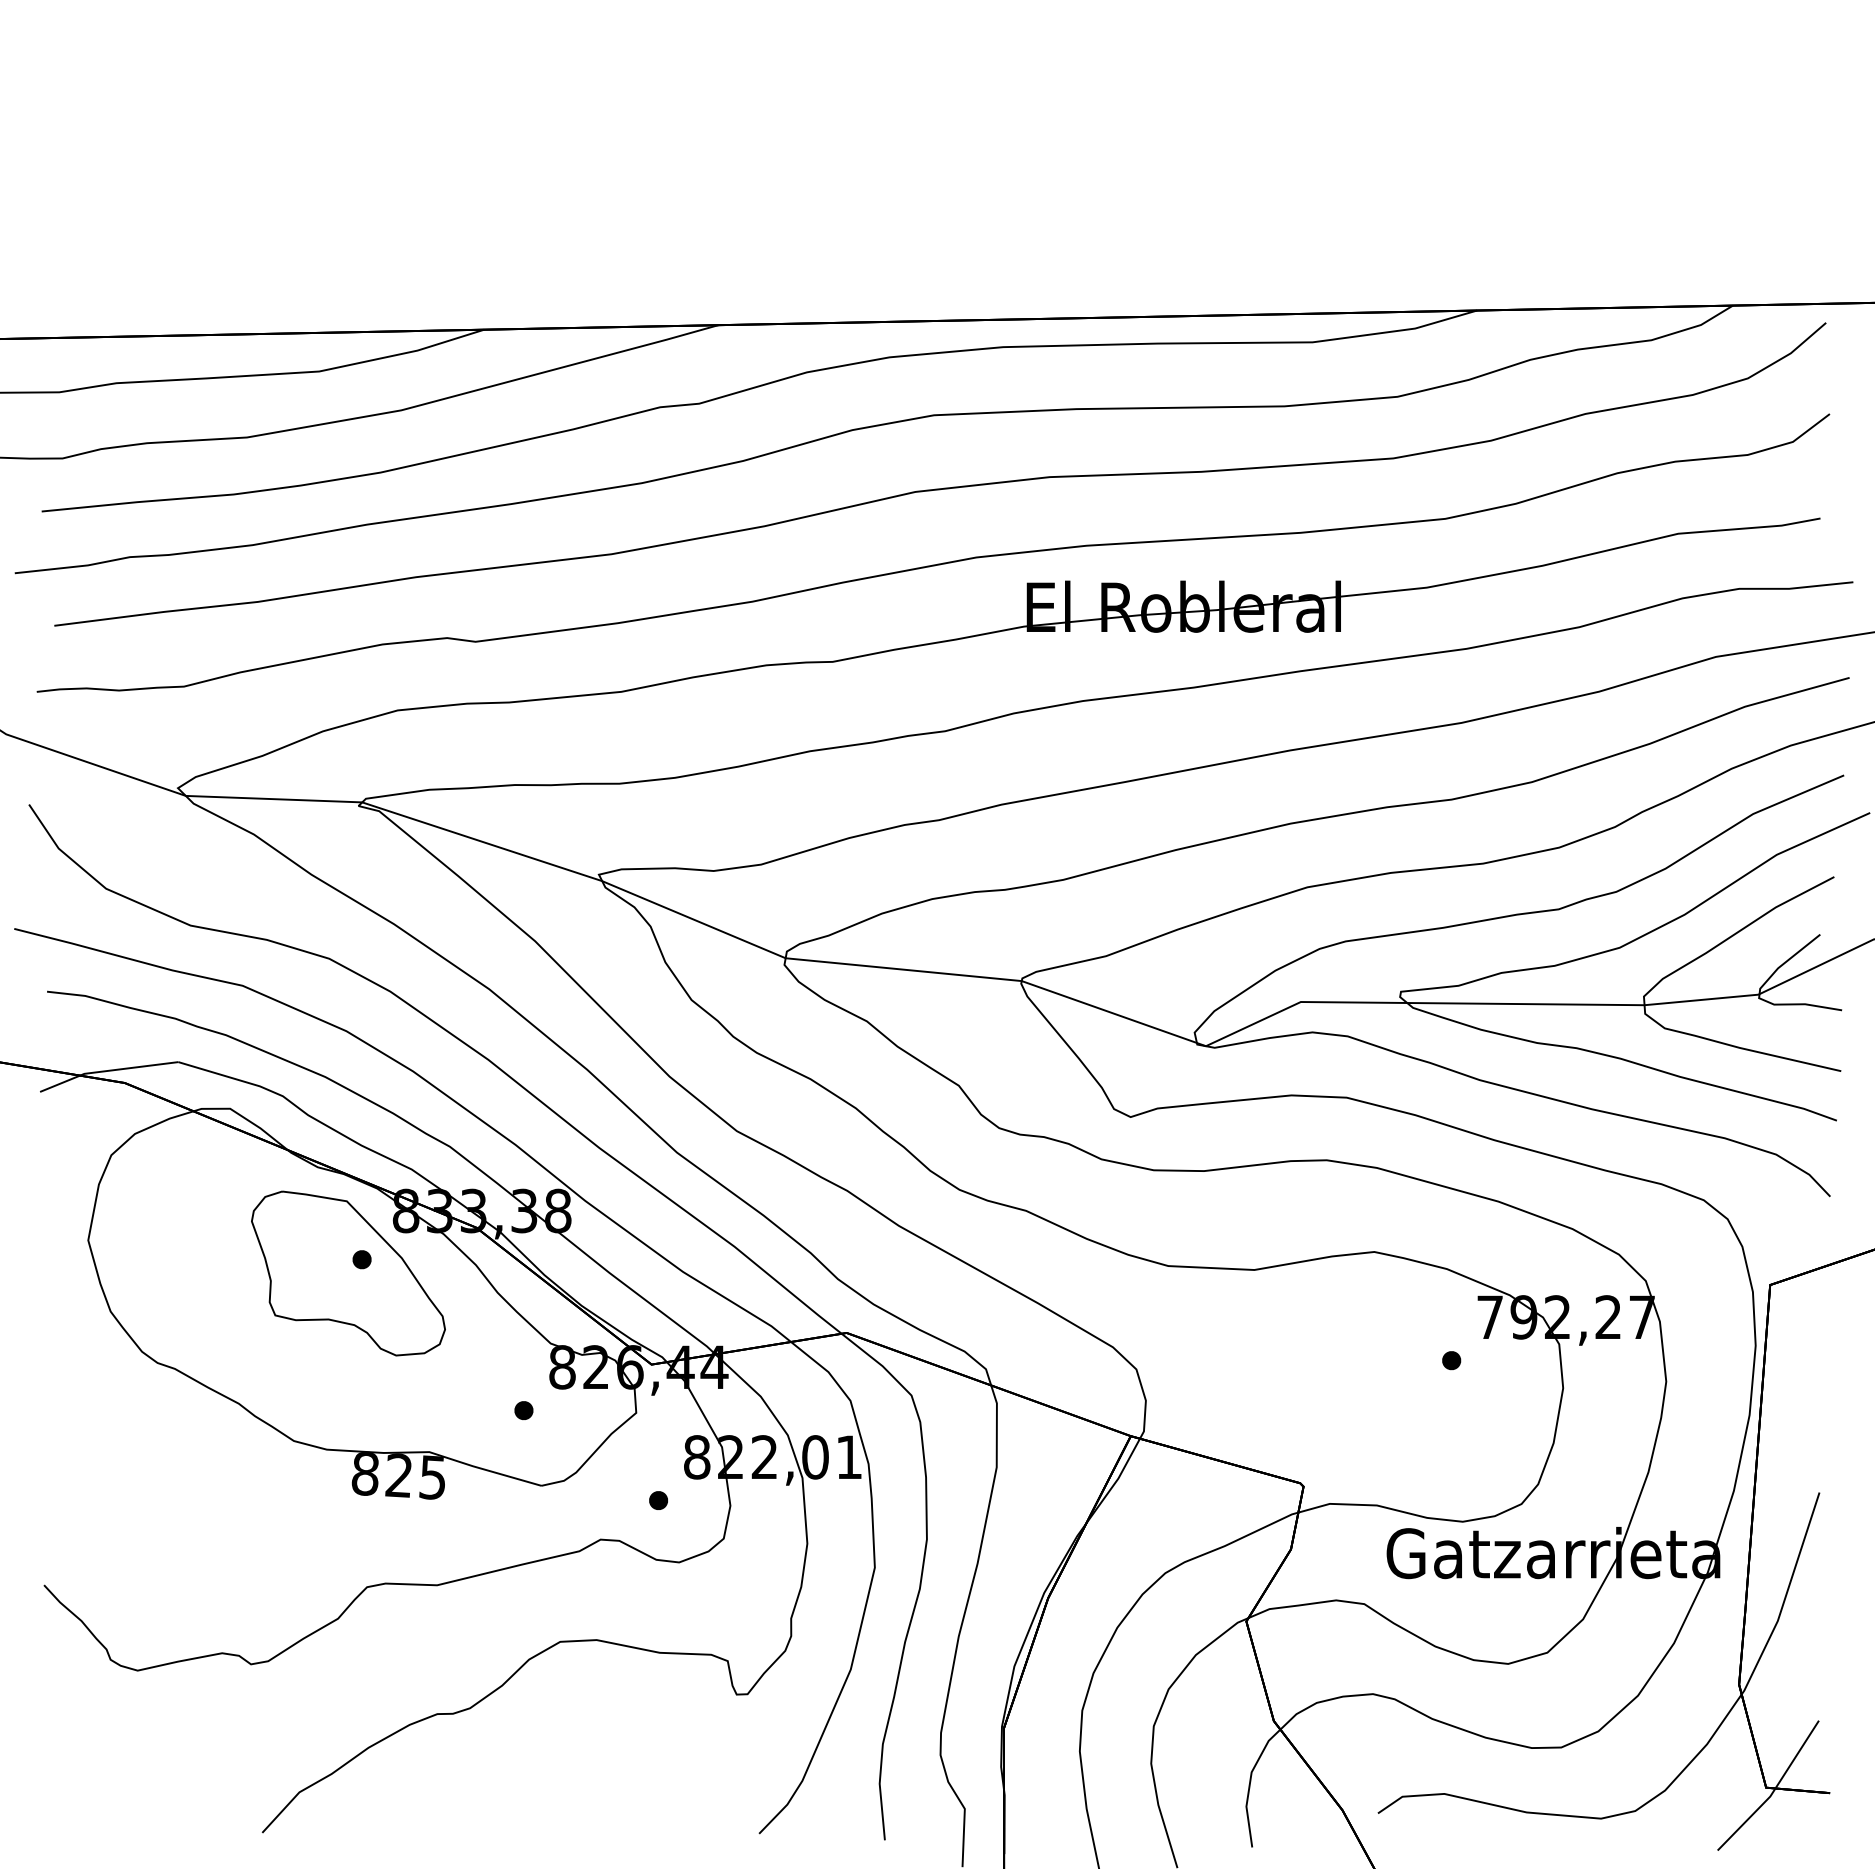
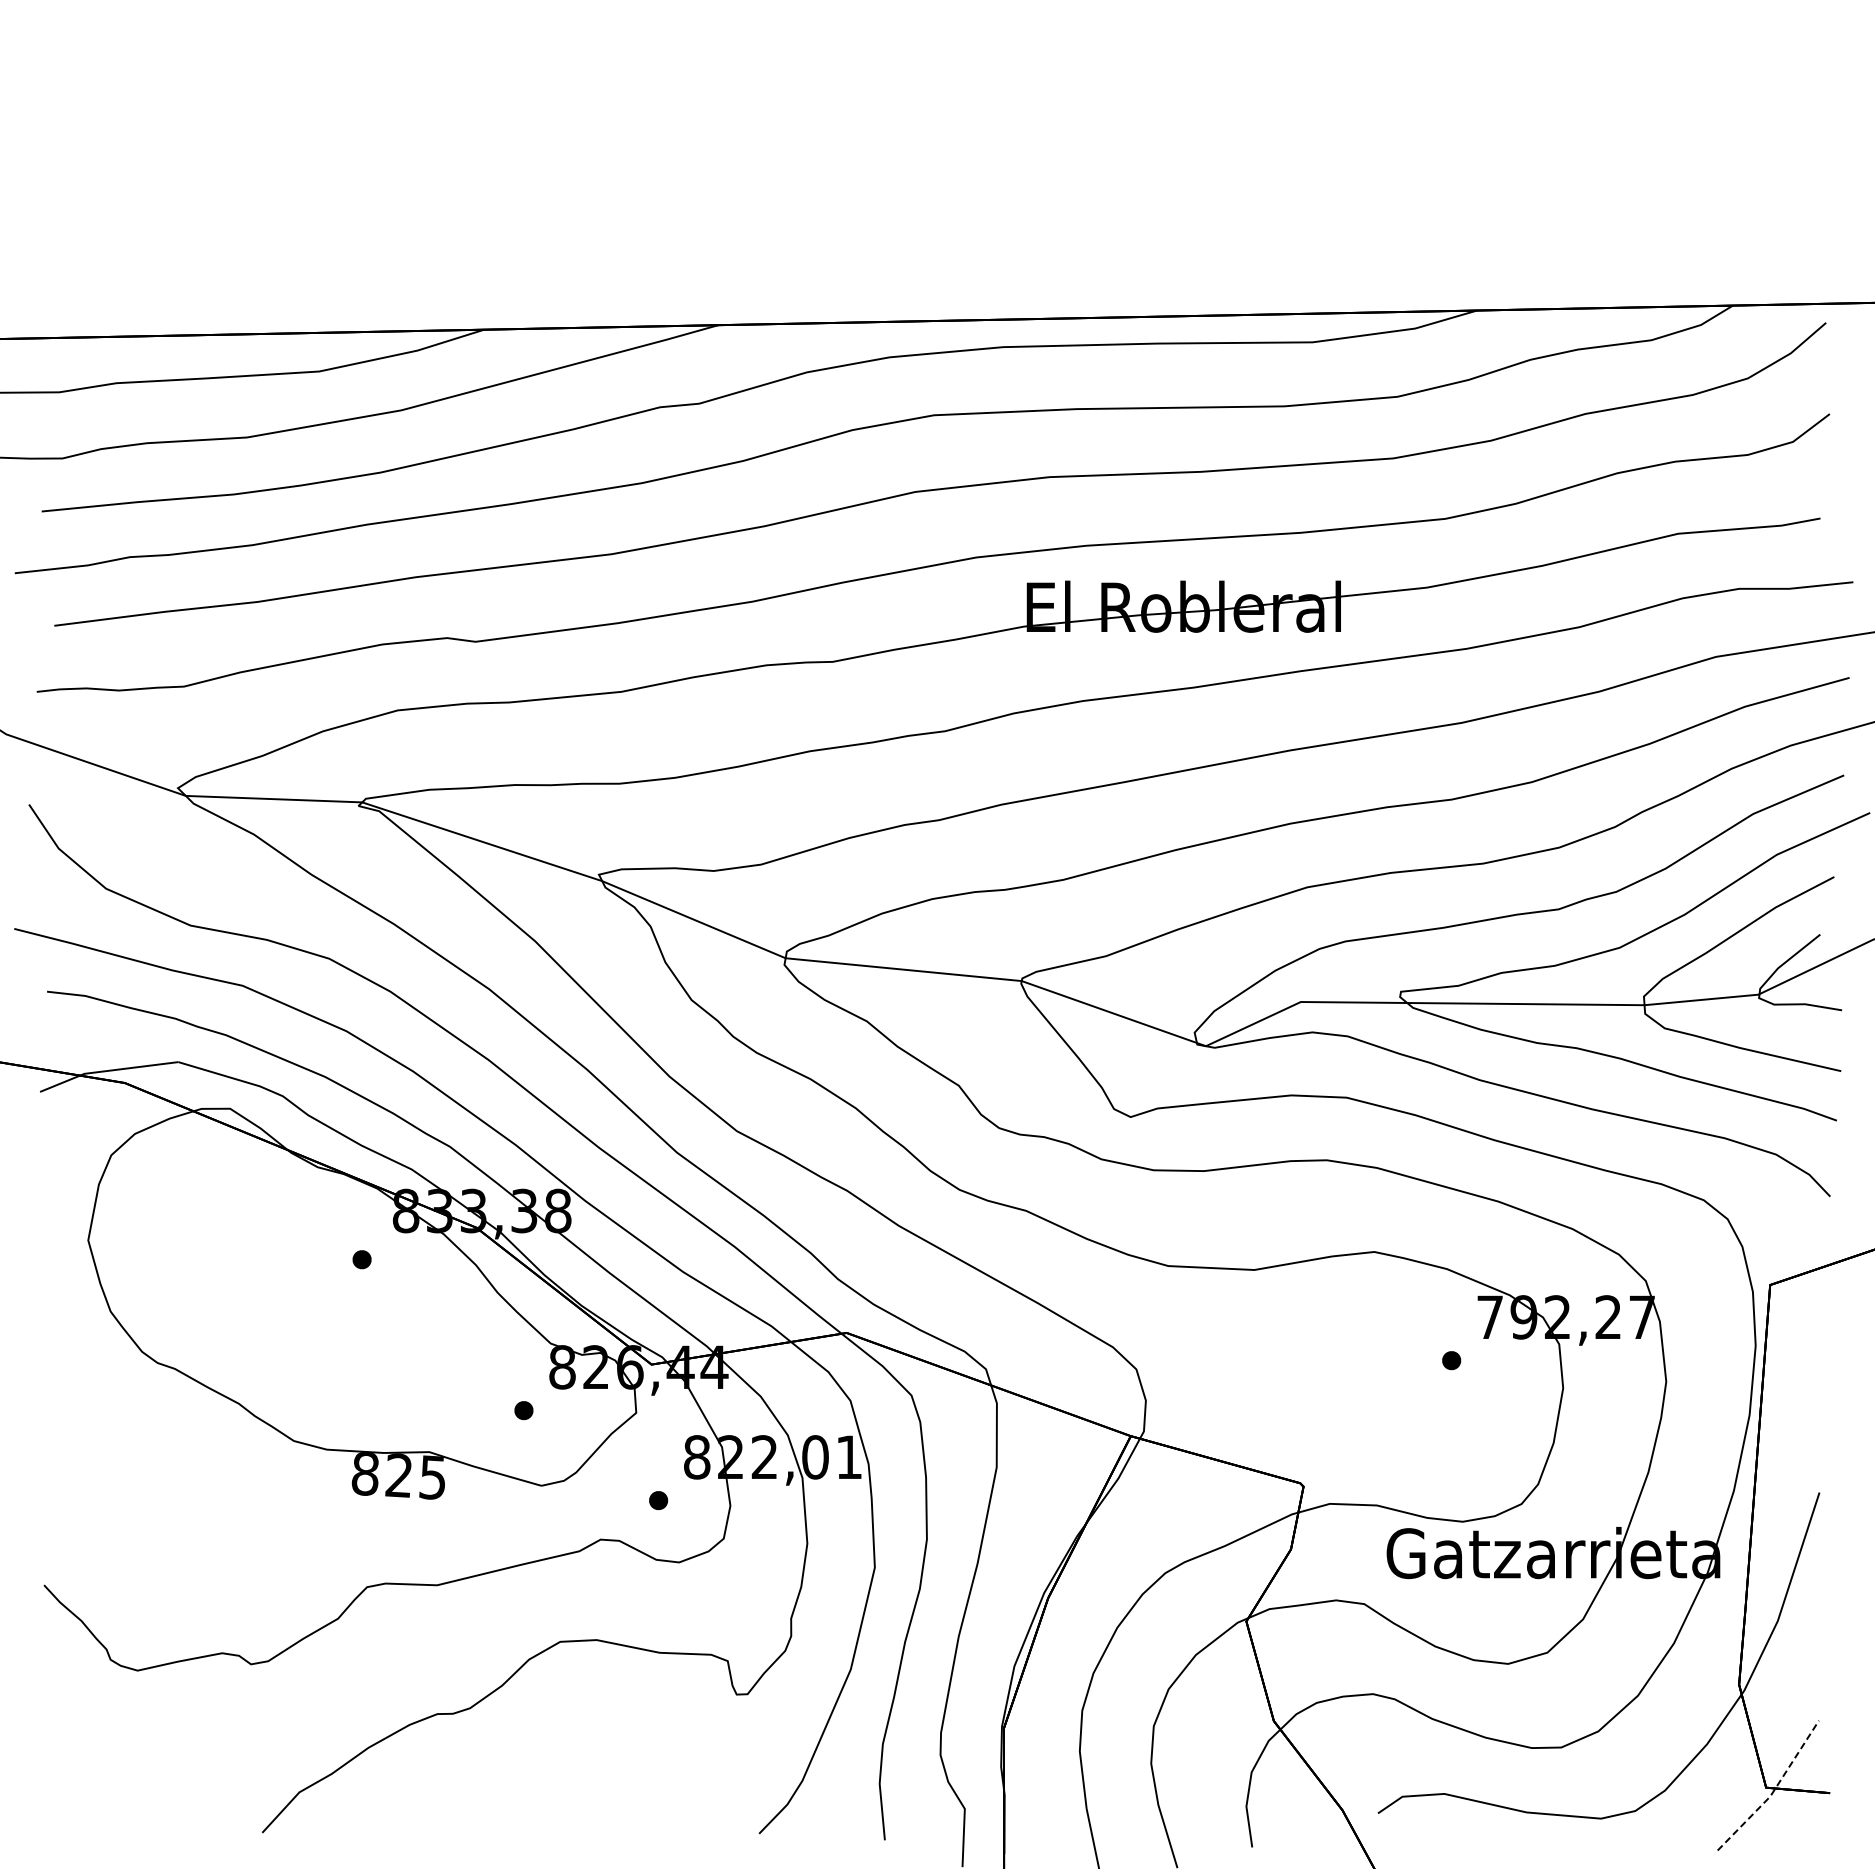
part at (348, 1273): present -> none
line at (1774, 1790): solid -> dashed
